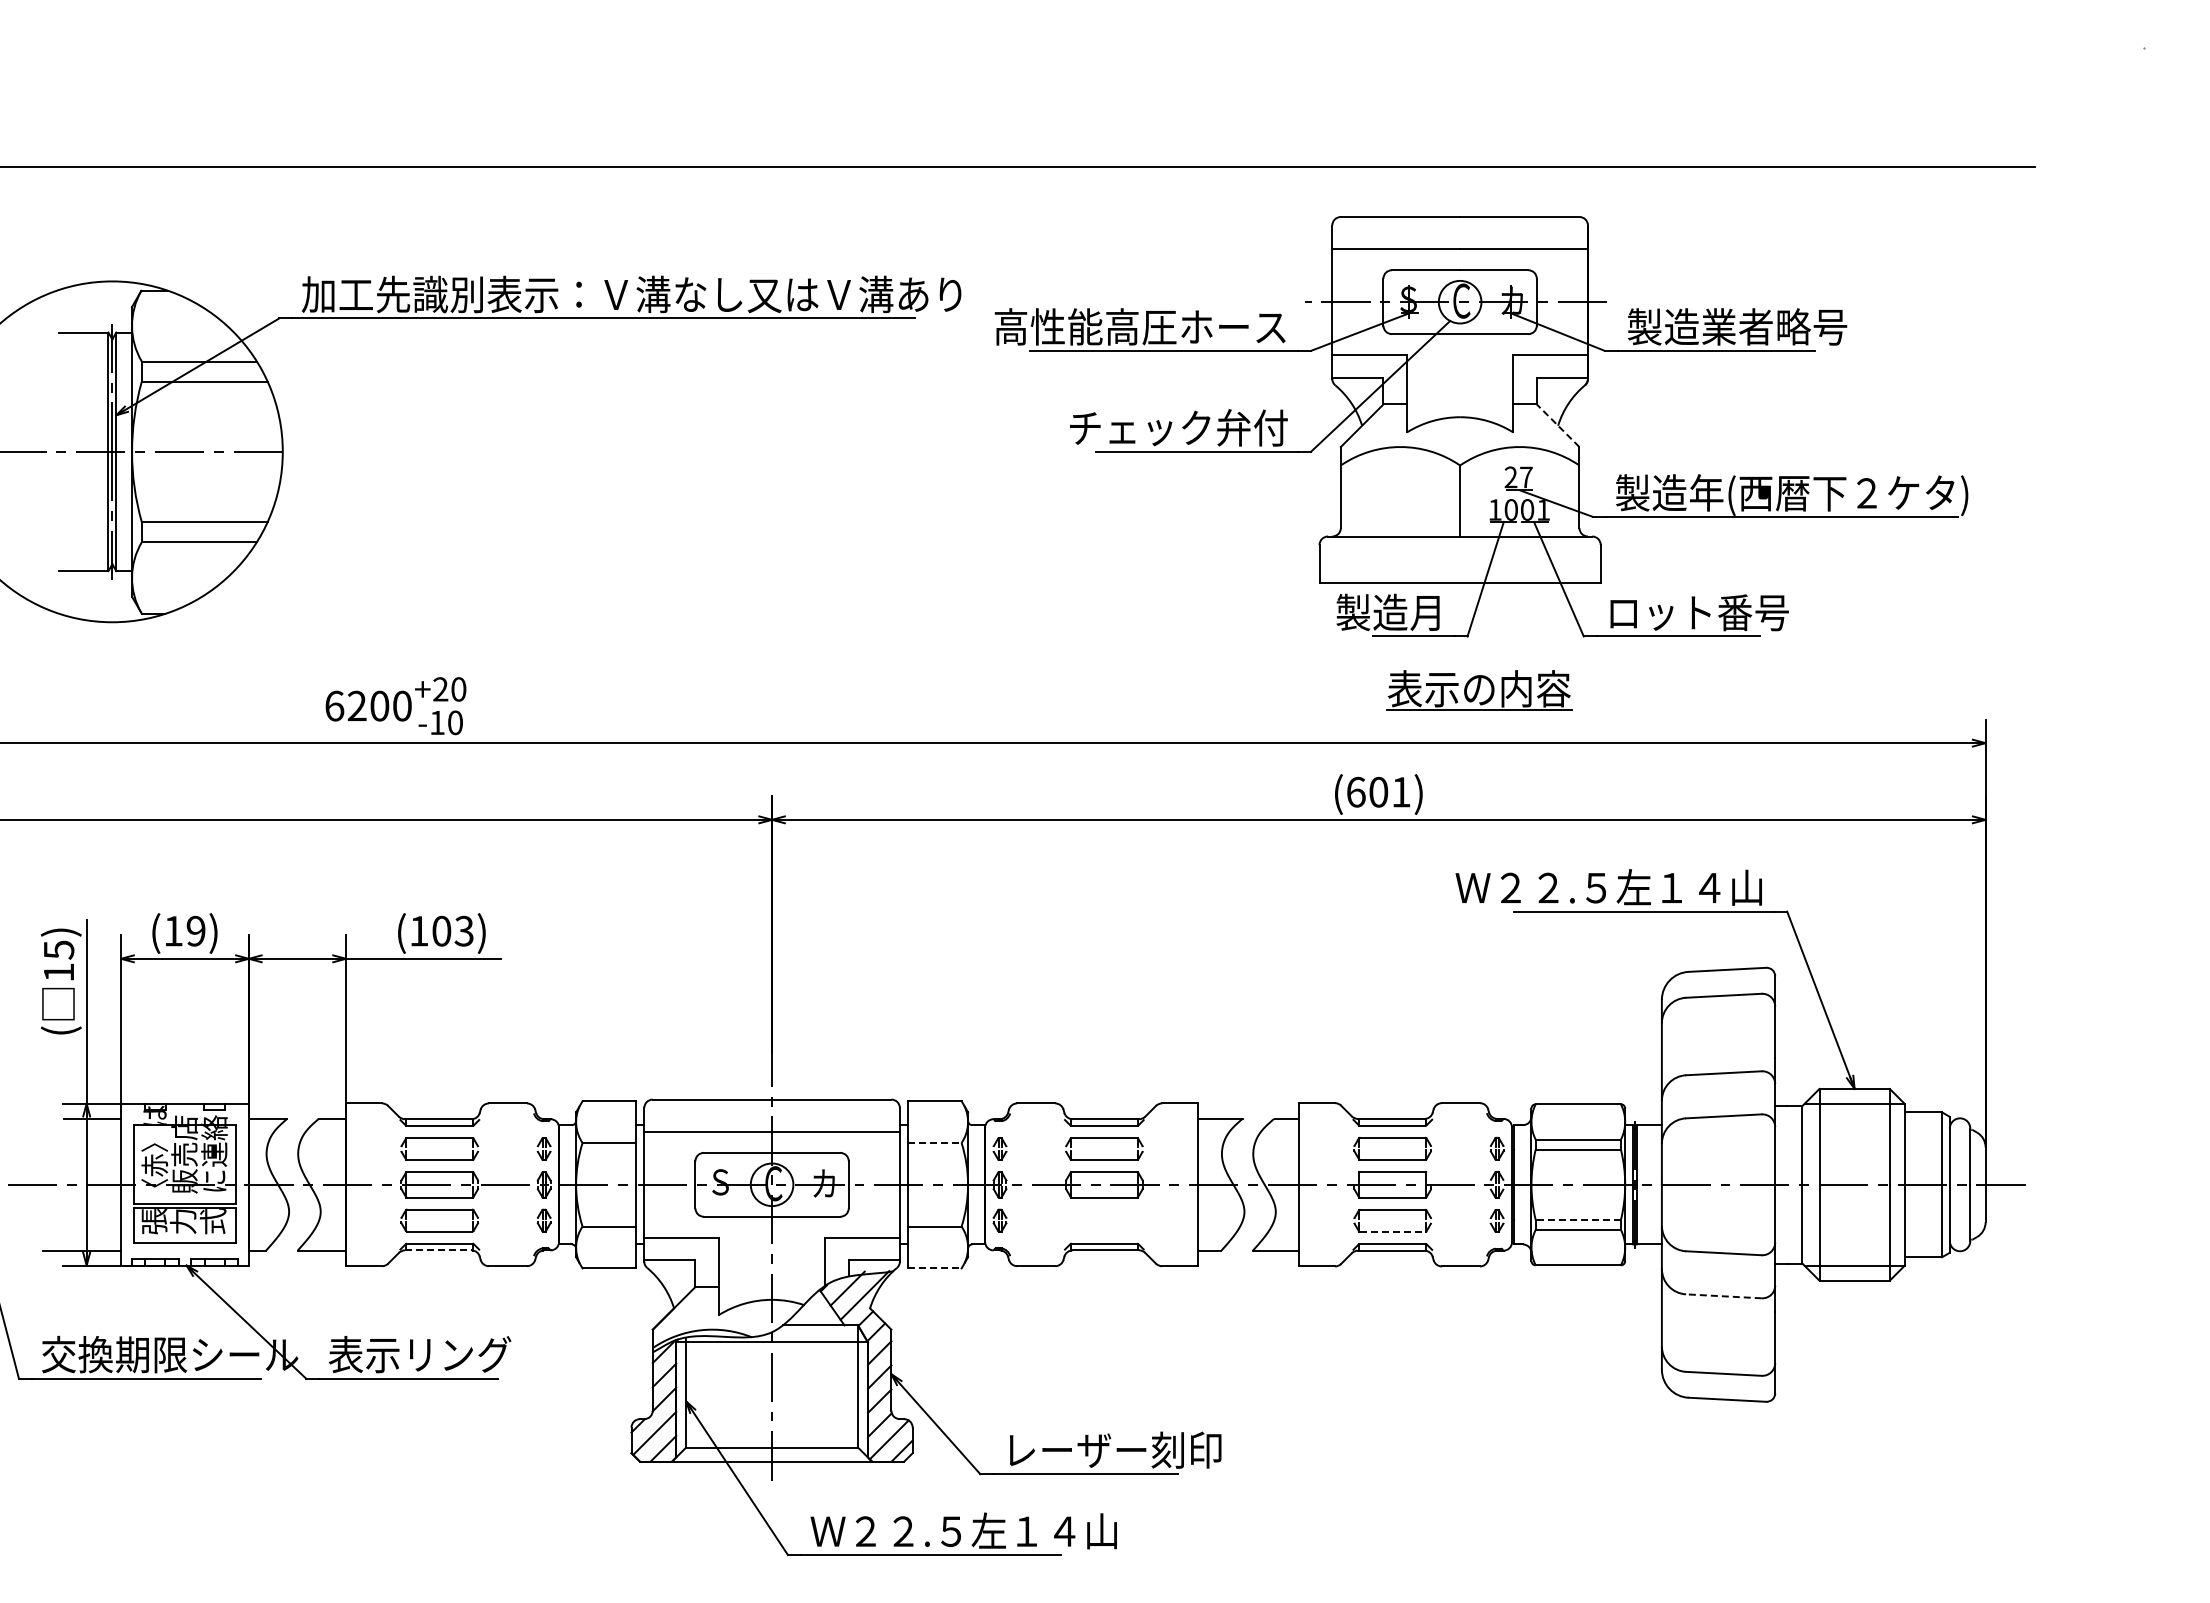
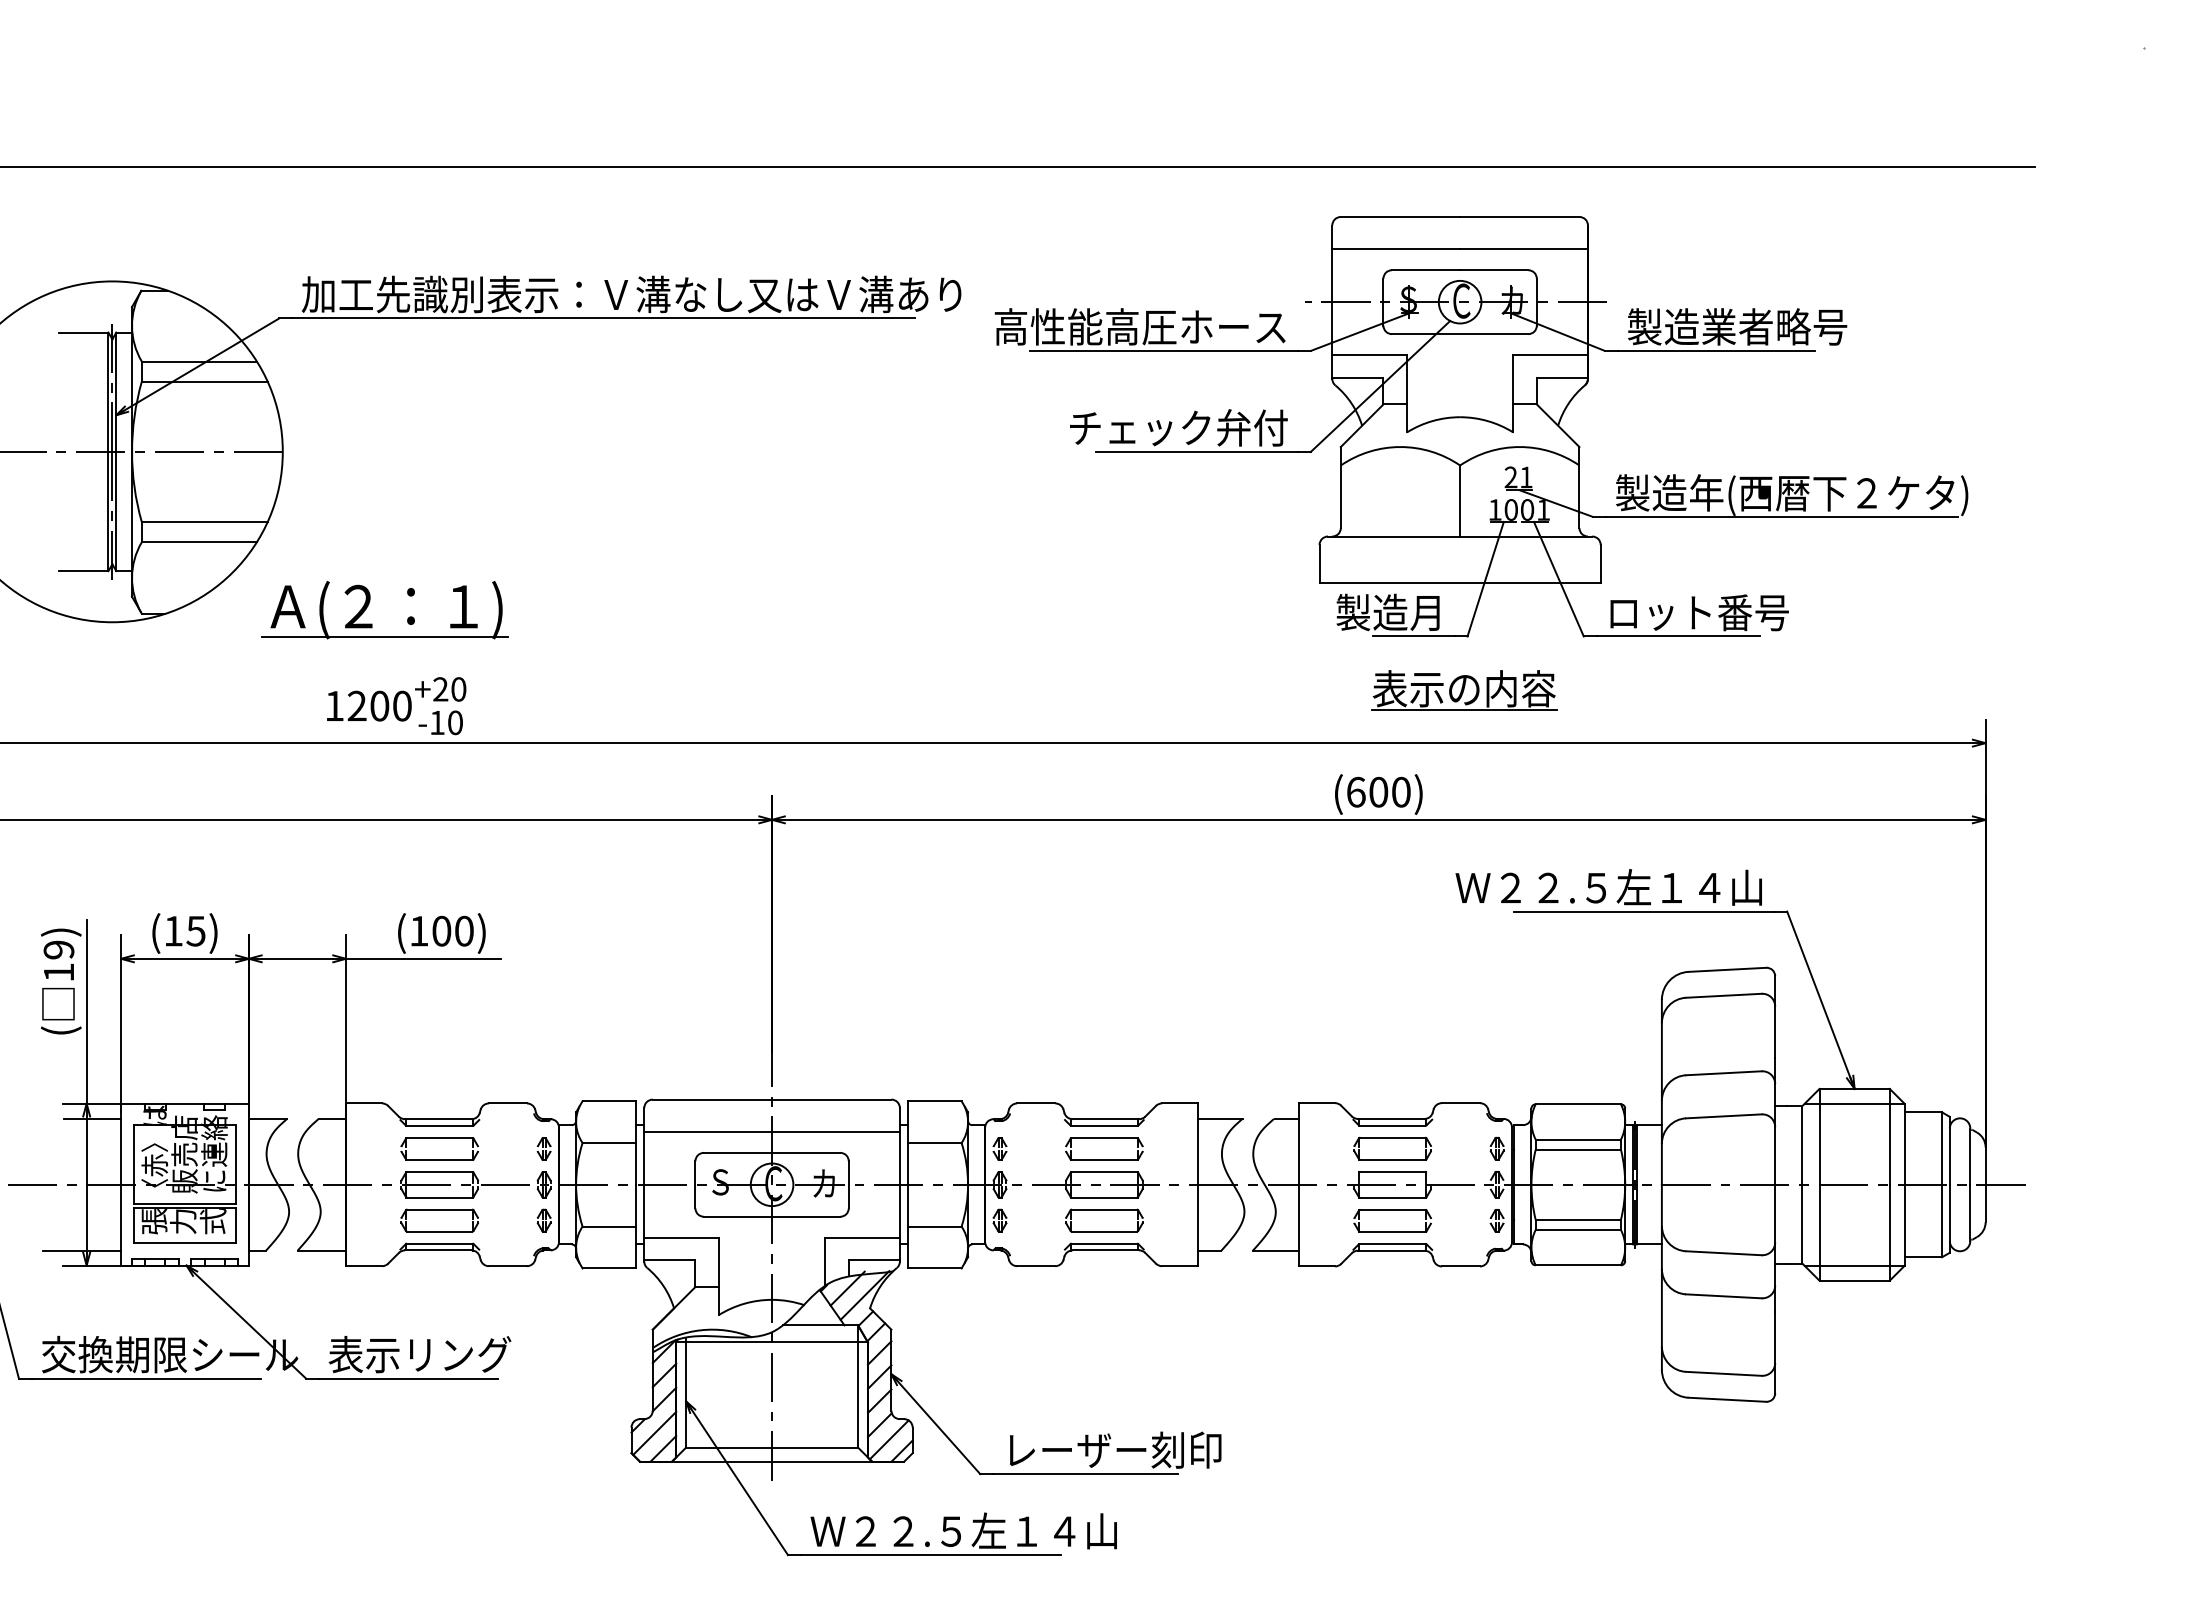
line at (1557, 425): dashed -> solid
text at (1526, 477): 27 -> 21
part at (369, 604): none -> present
part at (1479, 690) position: (1479, 690) -> (1464, 690)
text at (334, 705): 6200 -> 1200
text at (1401, 791): (601) -> (600)
text at (195, 930): (19) -> (15)
text at (463, 930): (103) -> (100)
text at (58, 949): 15) -> 19)
line at (935, 1143): dashed -> solid
part at (1104, 1210): none -> present
line at (1578, 1220): dashed -> solid
line at (1393, 1231): dashed -> solid
line at (438, 1250): dashed -> solid
line at (935, 1268): dashed -> solid
line at (1723, 1296): dashed -> solid
